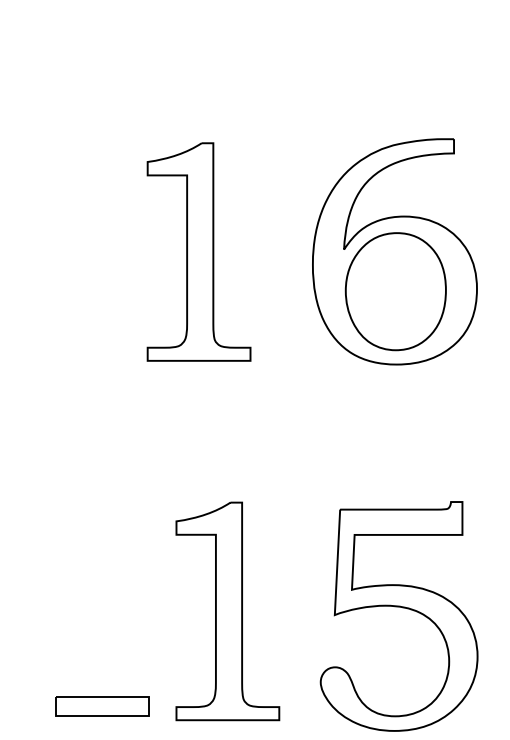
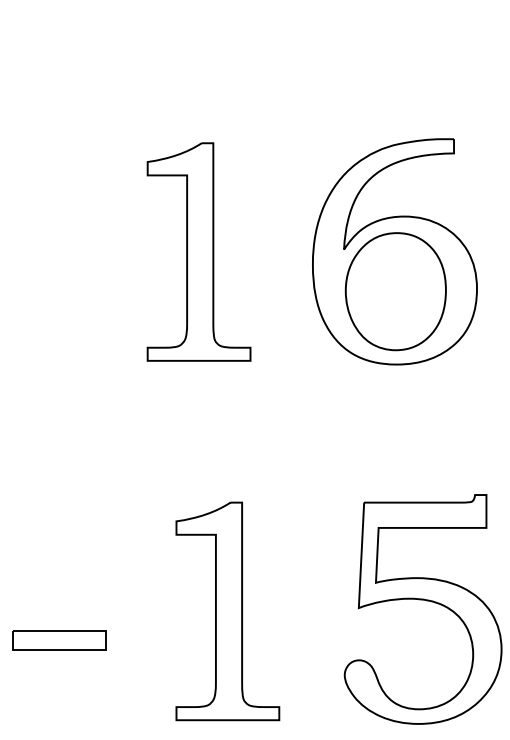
part at (402, 608) position: (402, 608) -> (426, 601)
part at (102, 706) position: (102, 706) -> (59, 640)
